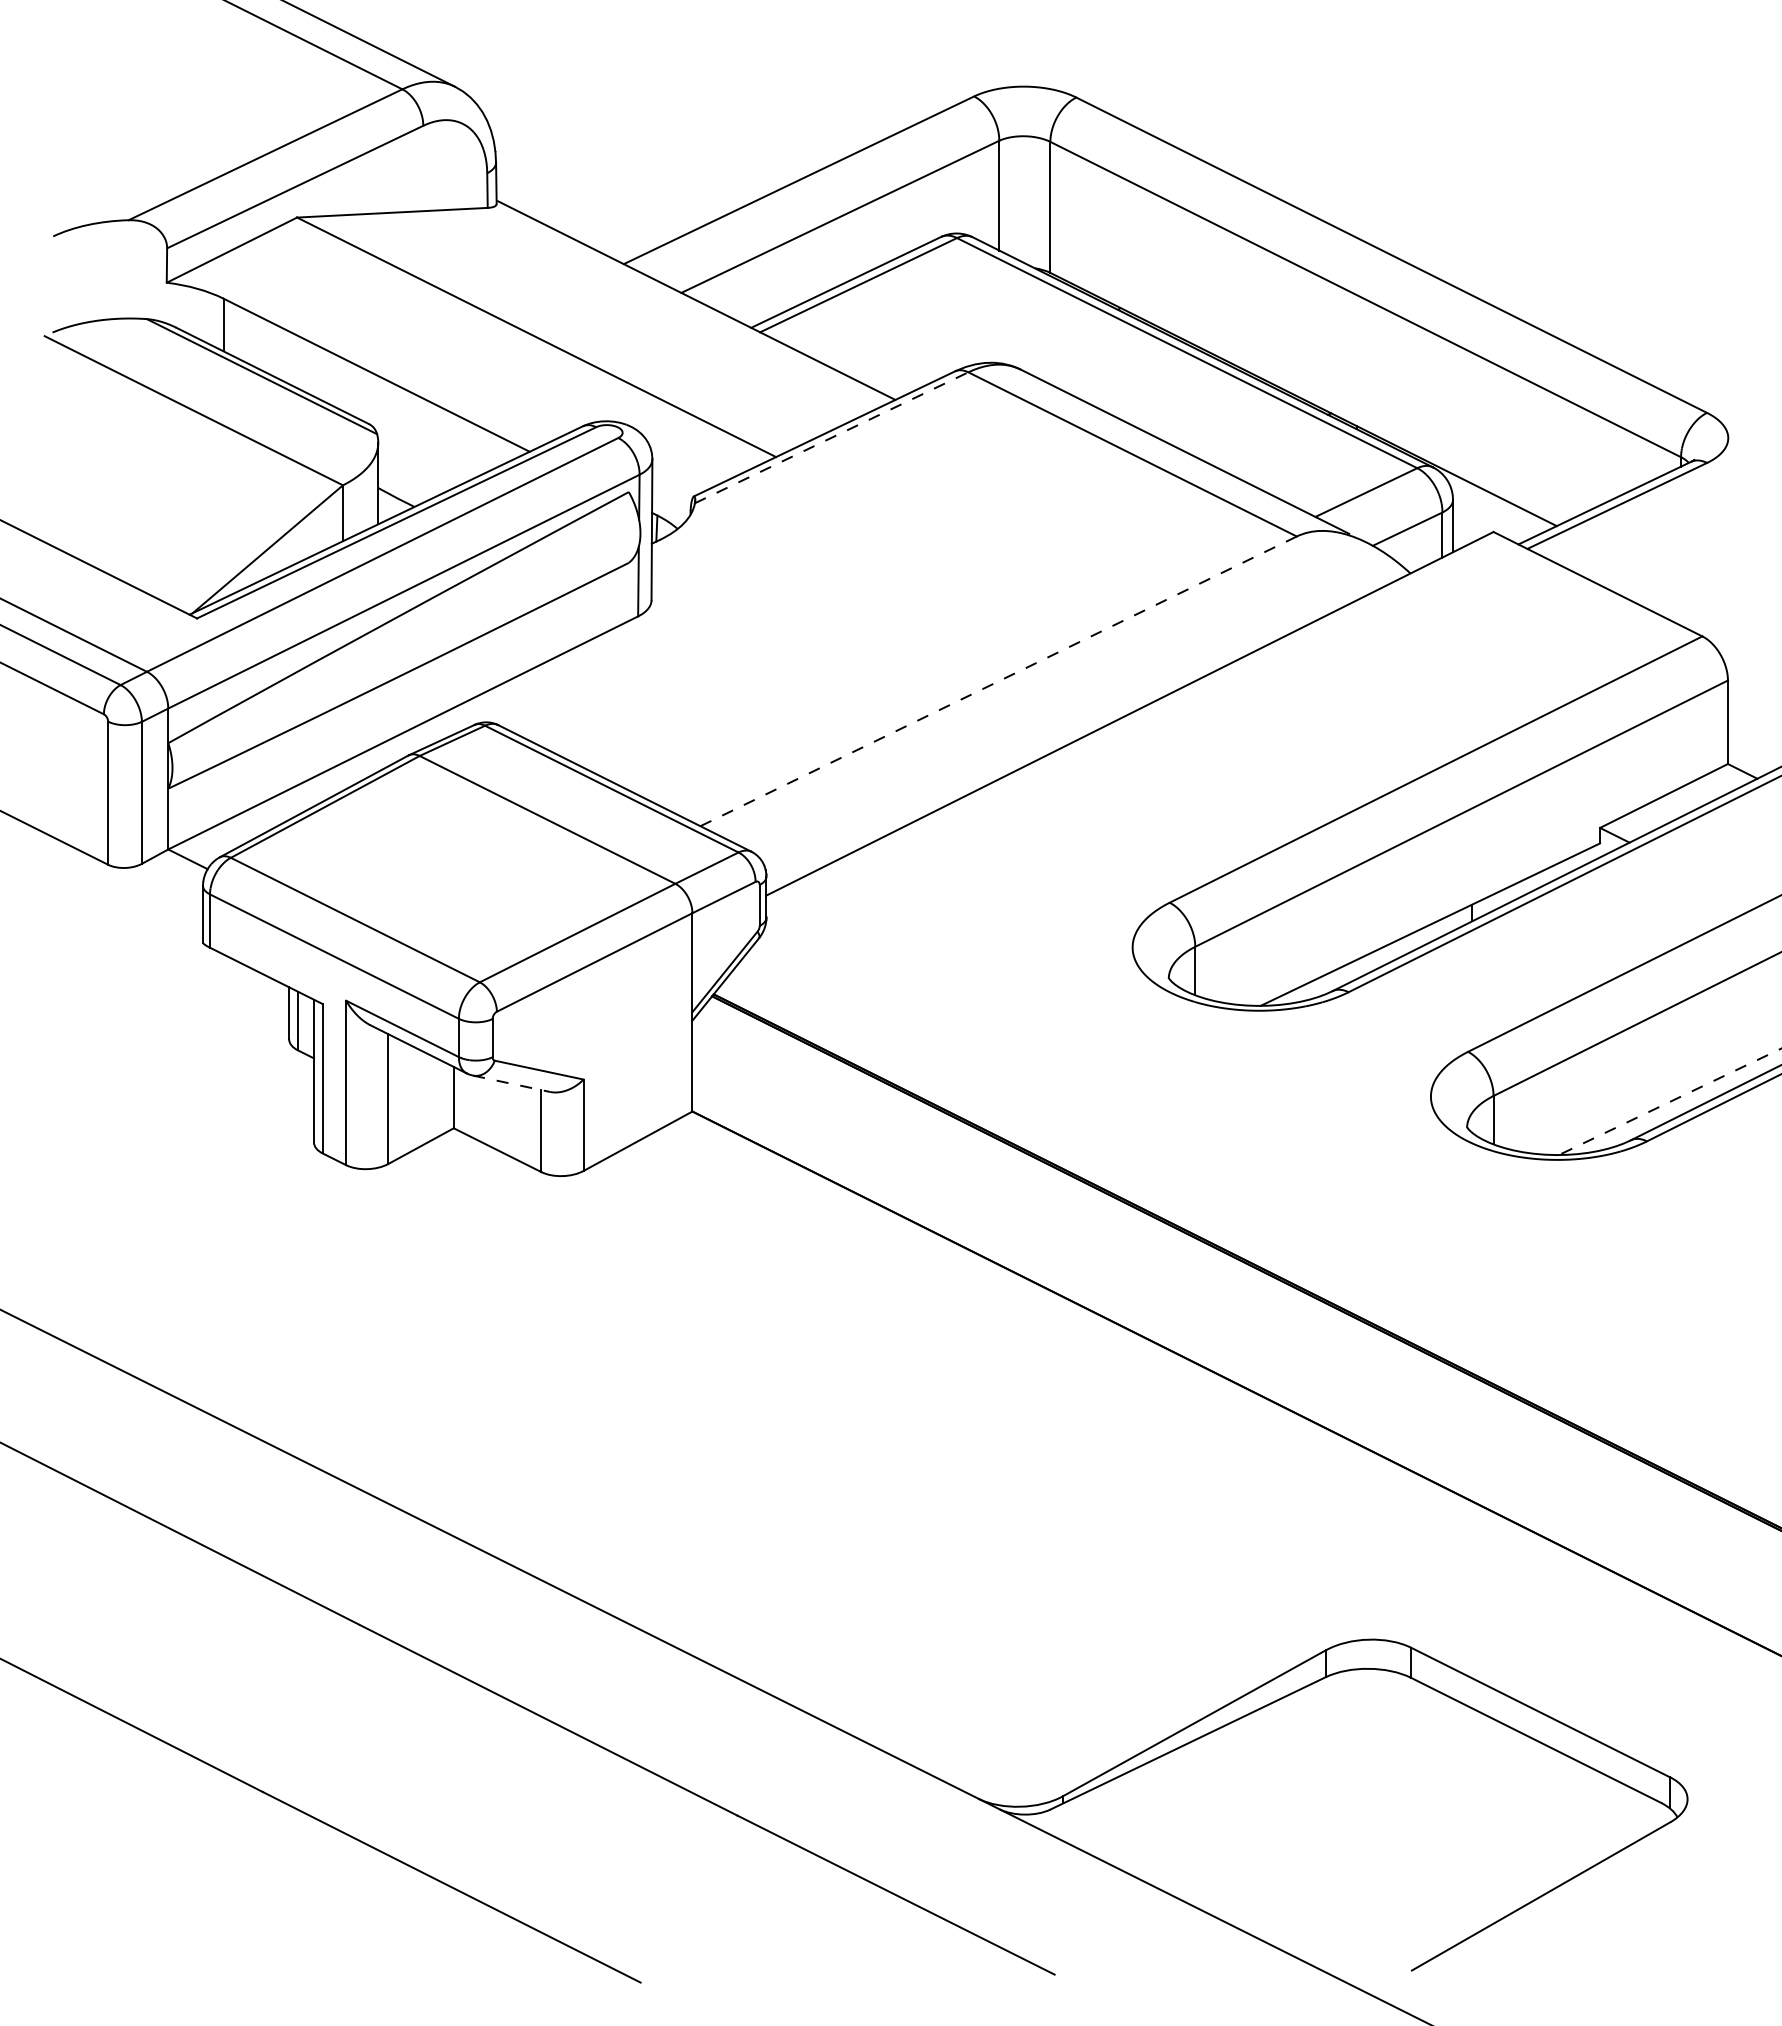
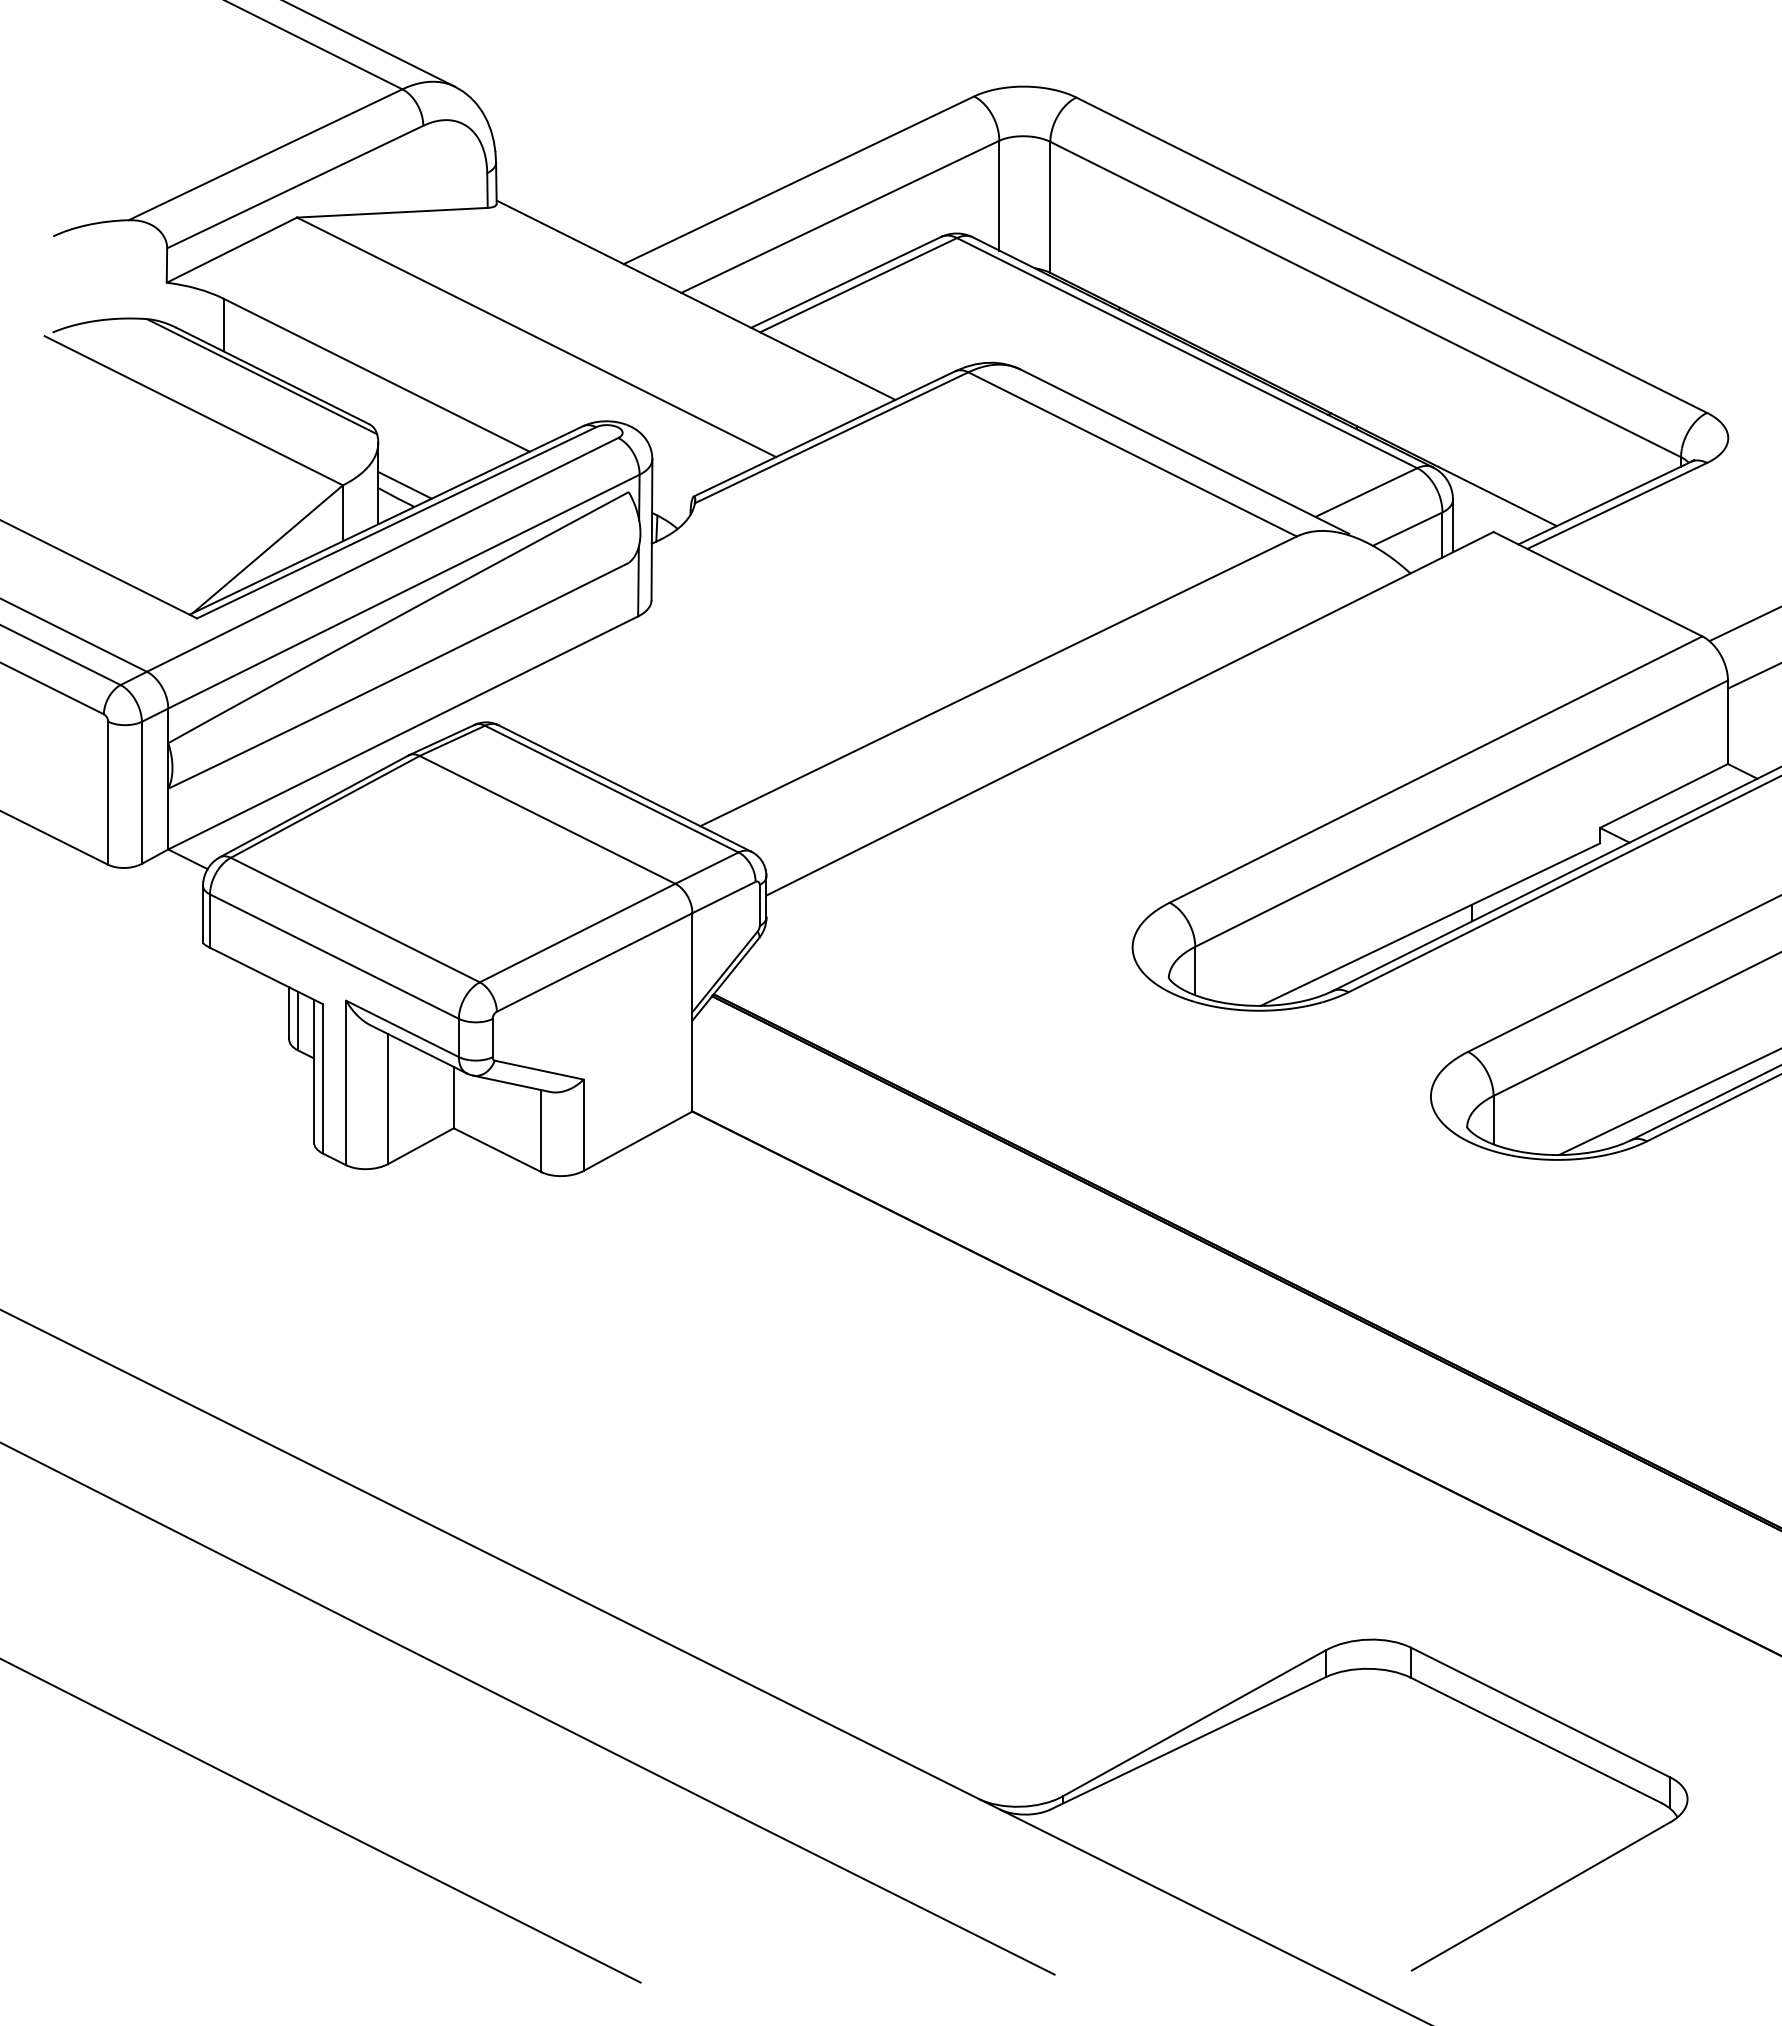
line at (831, 437): dashed -> solid
line at (404, 484): none -> present
line at (1743, 624): none -> present
line at (1752, 676): none -> present
line at (998, 681): dashed -> solid
line at (512, 1083): dashed -> solid
line at (1669, 1102): dashed -> solid
